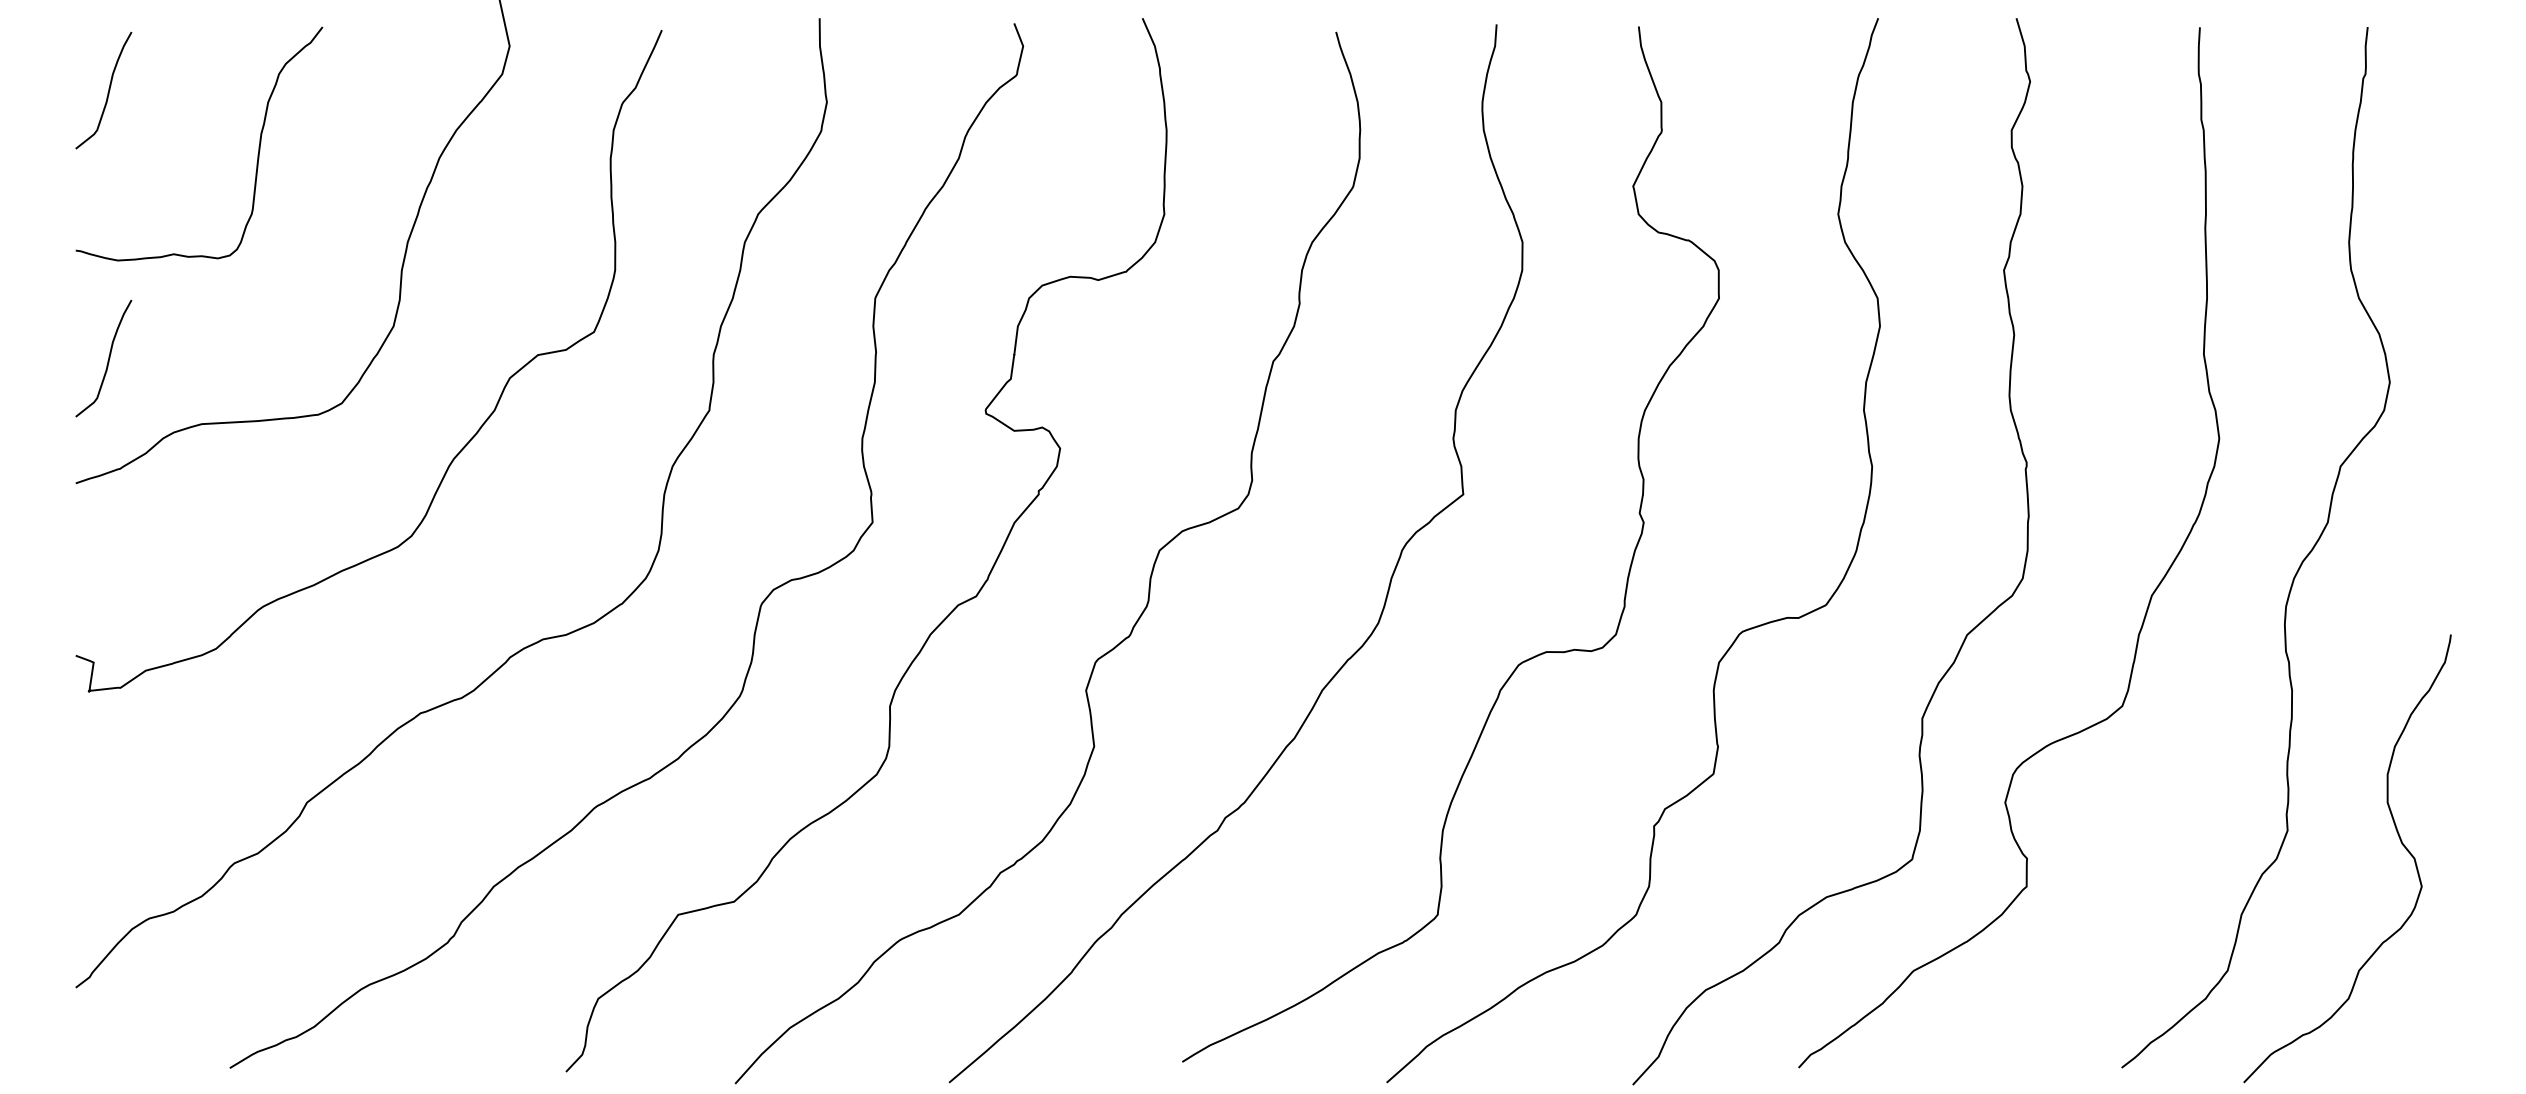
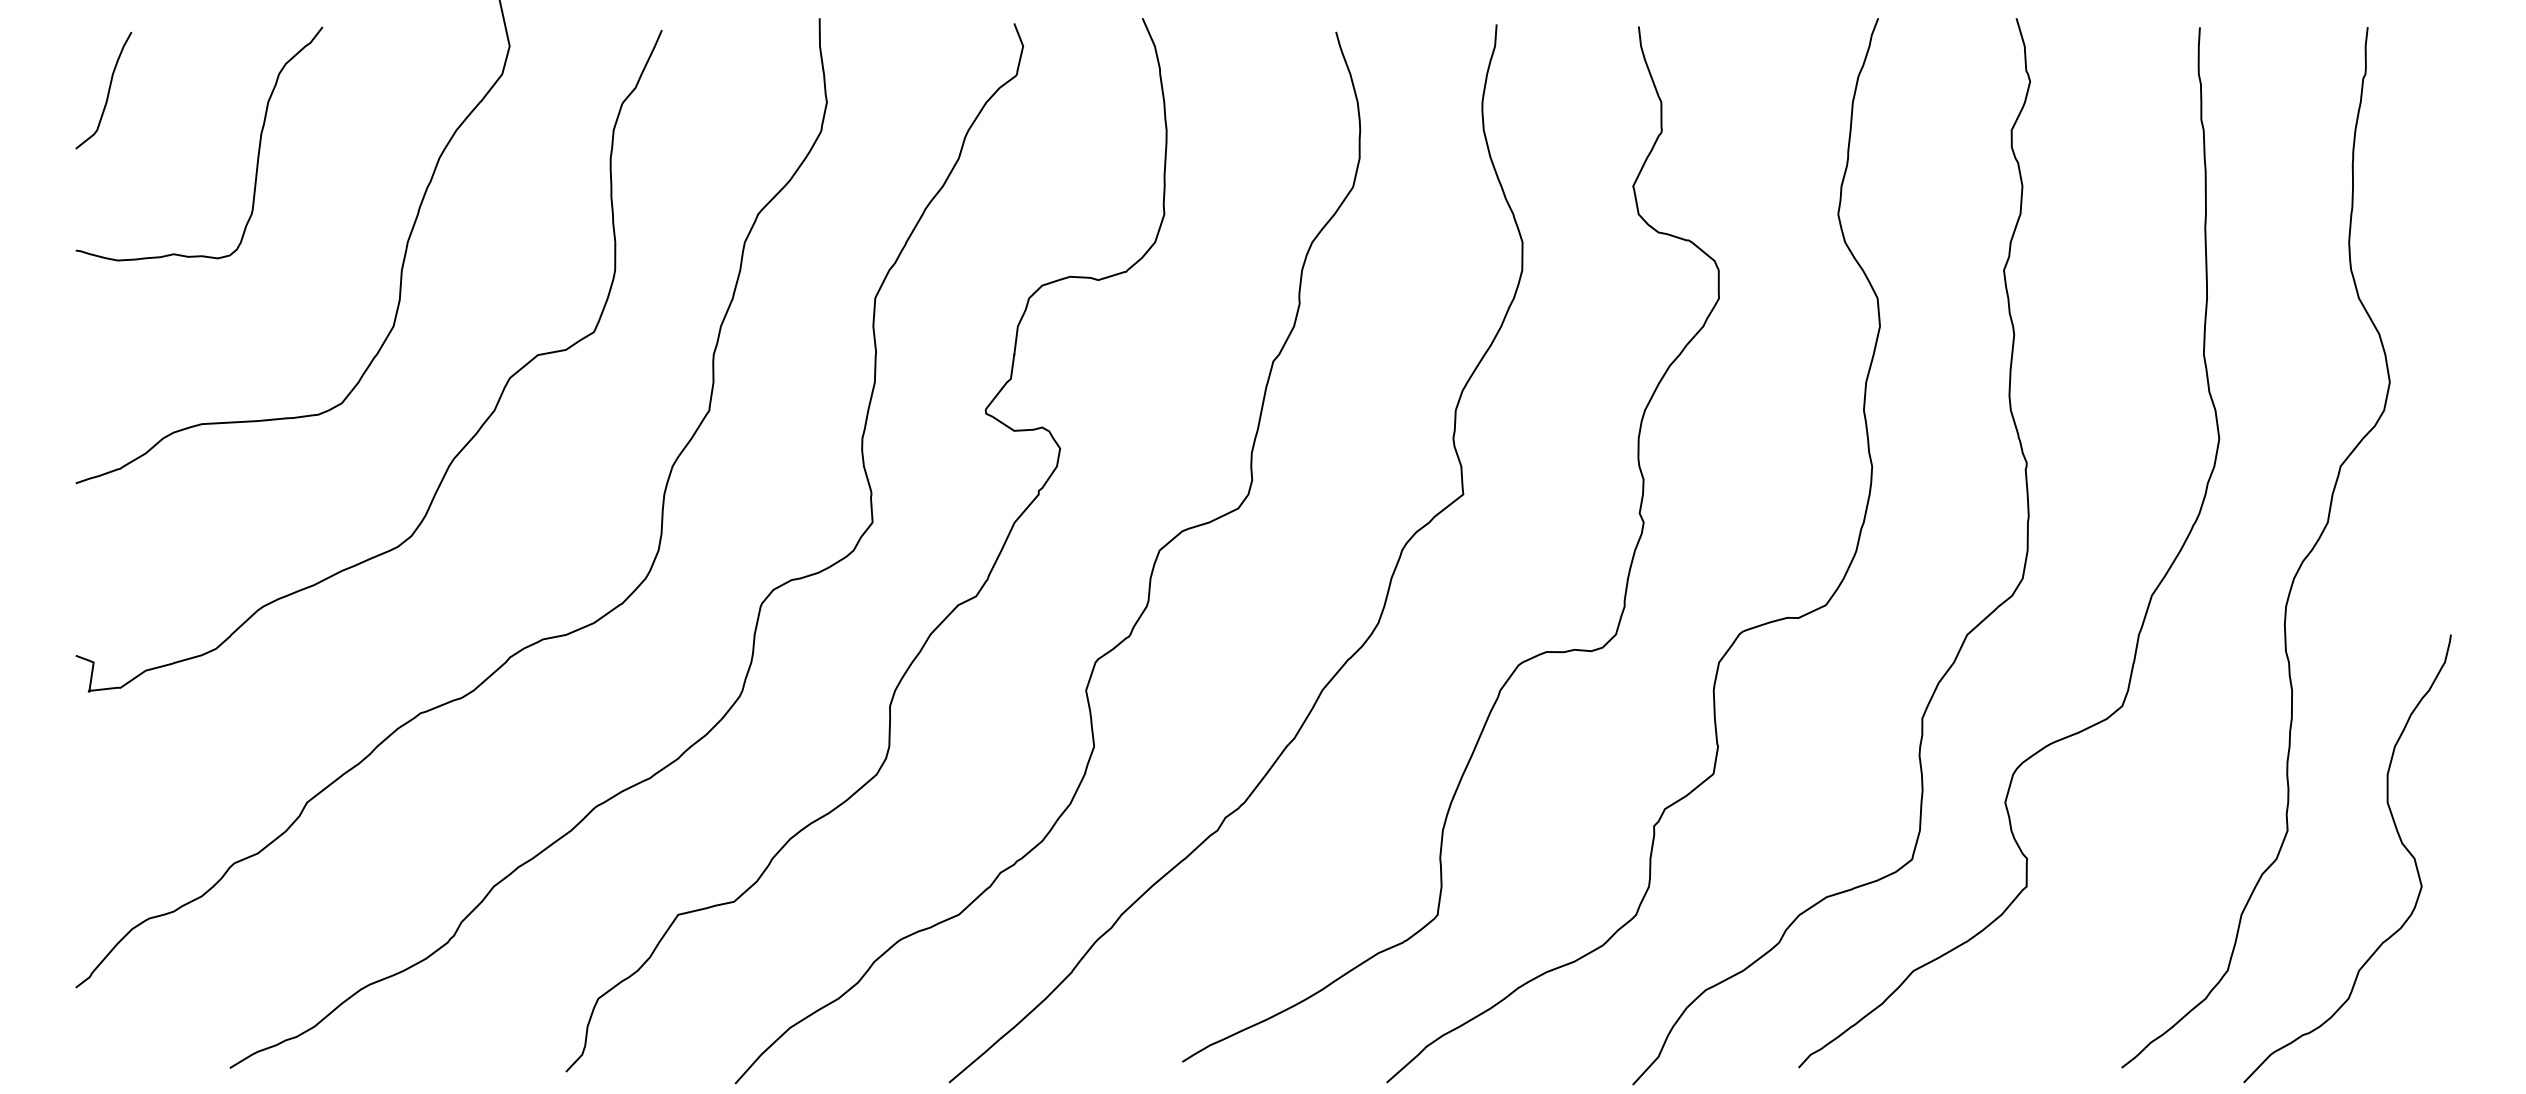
curve at (107, 360): present -> none
